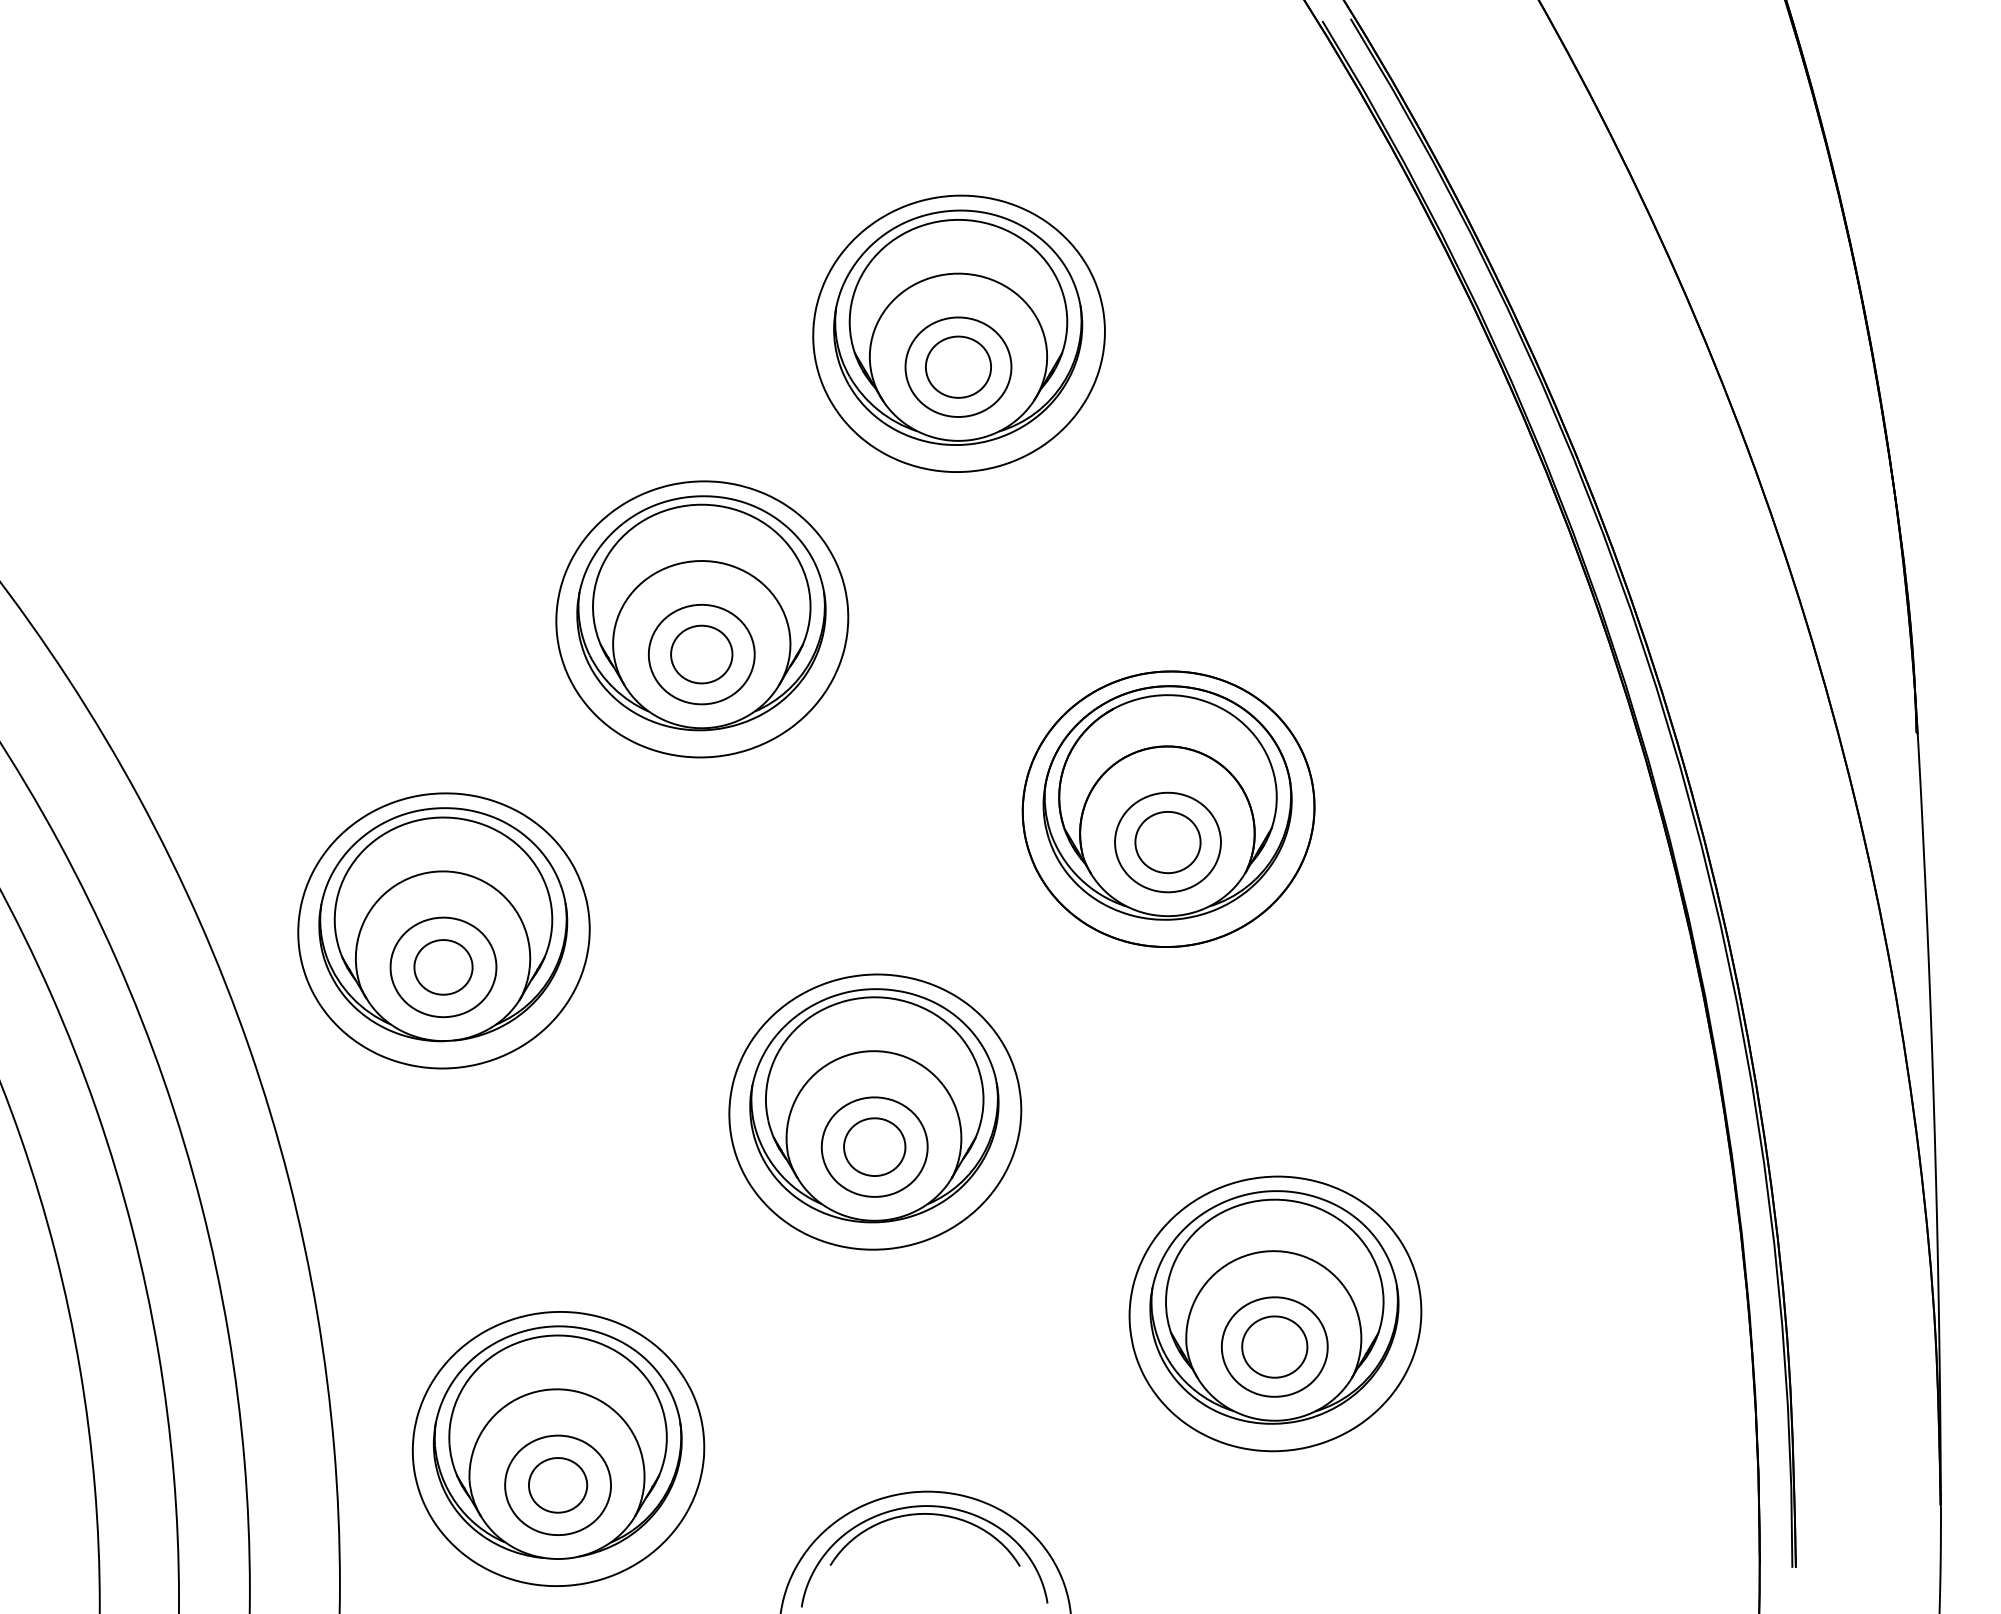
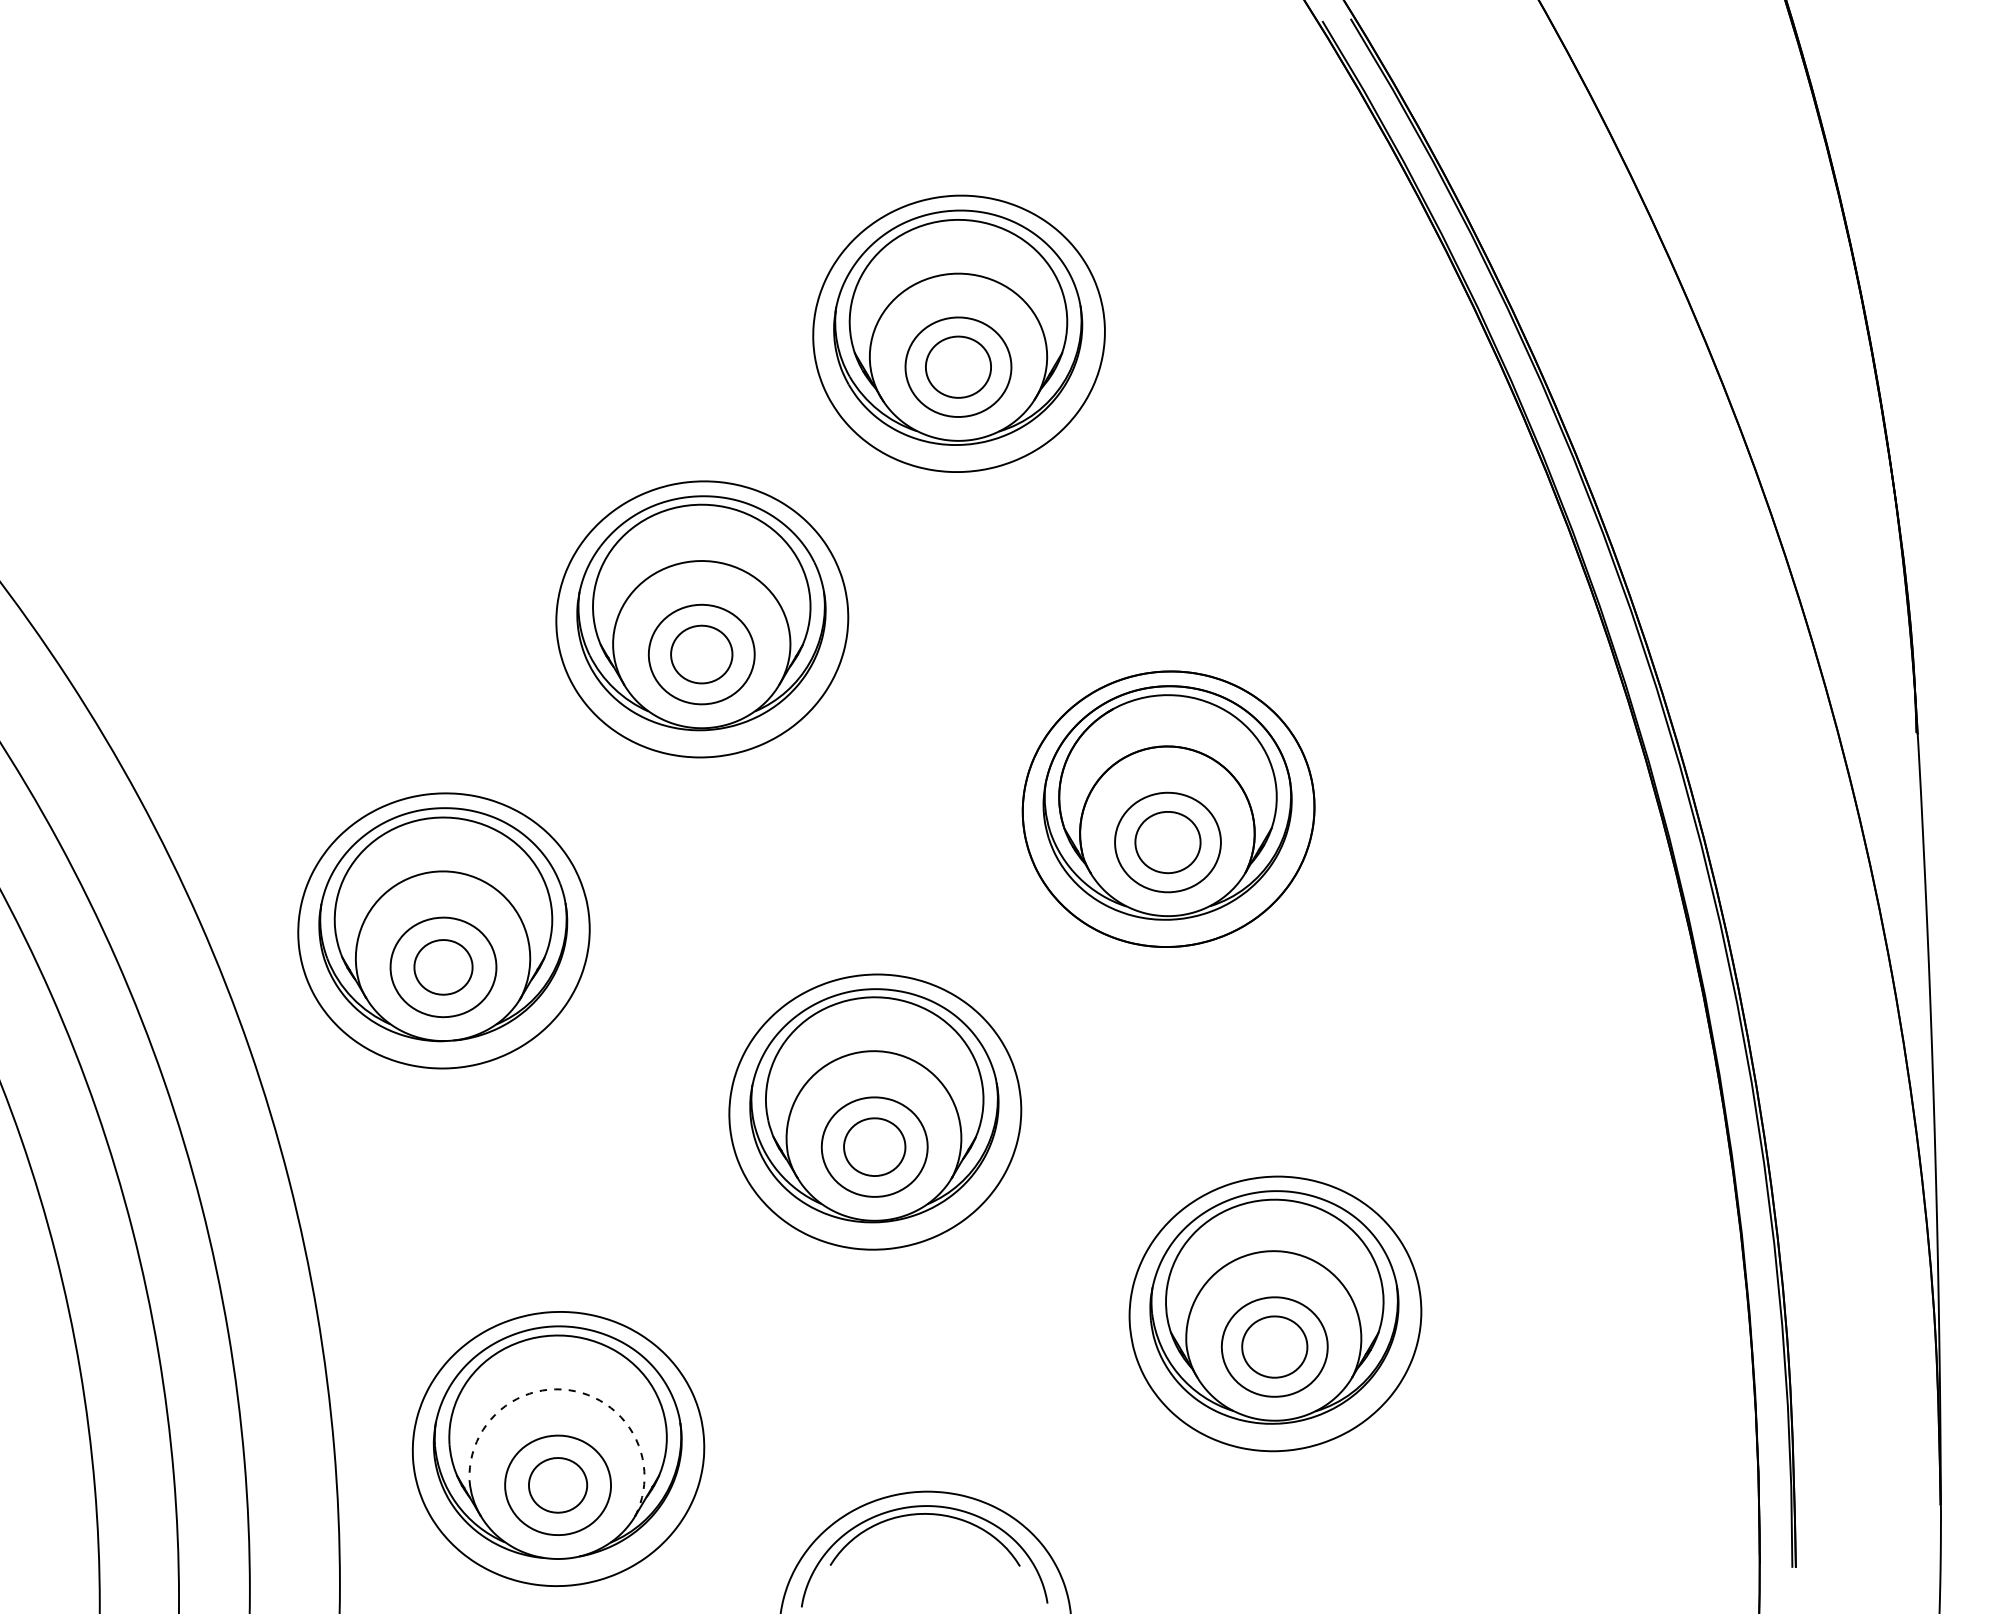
arc at (575, 1391): solid -> dashed
